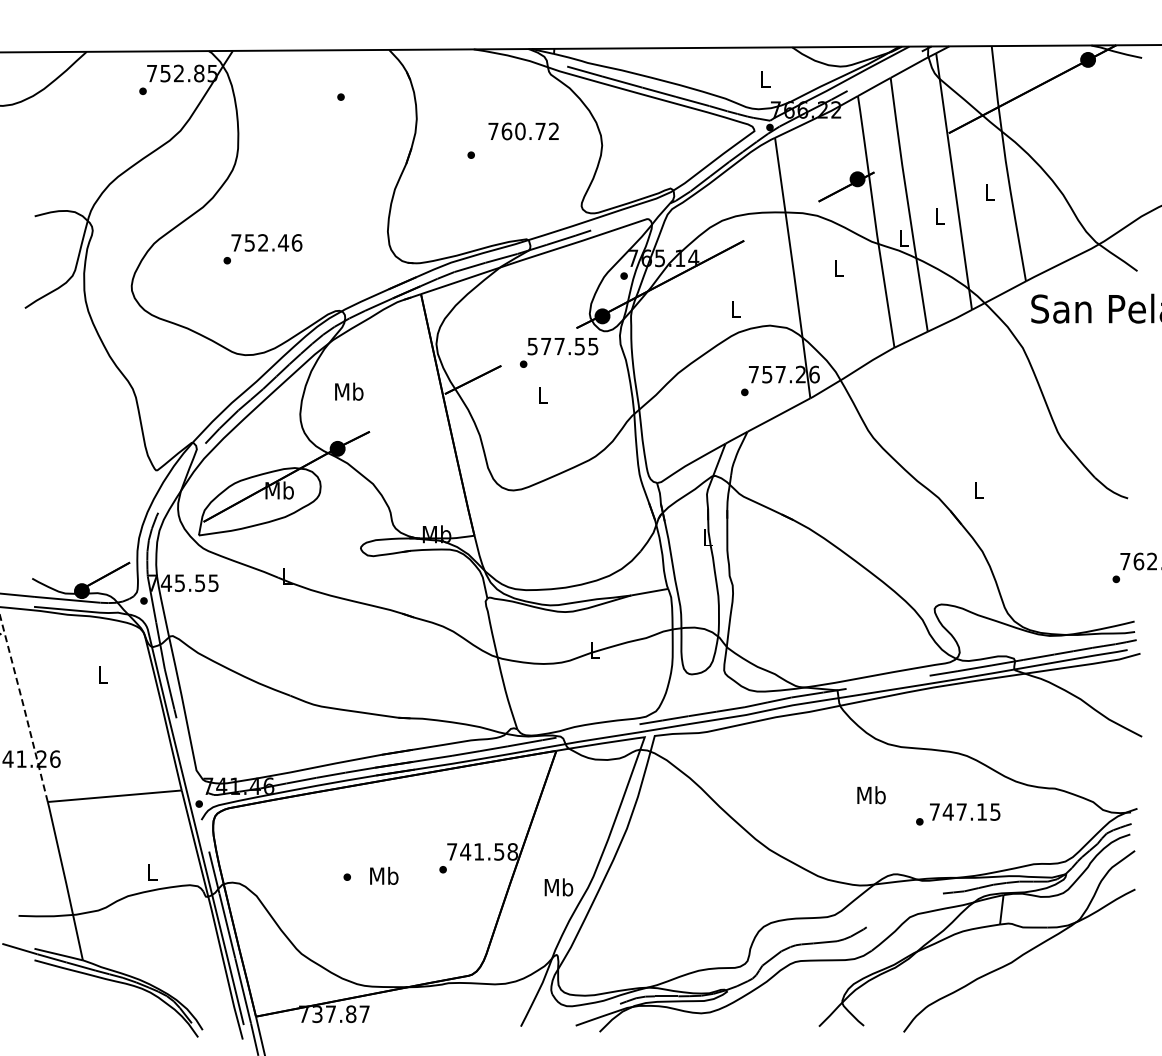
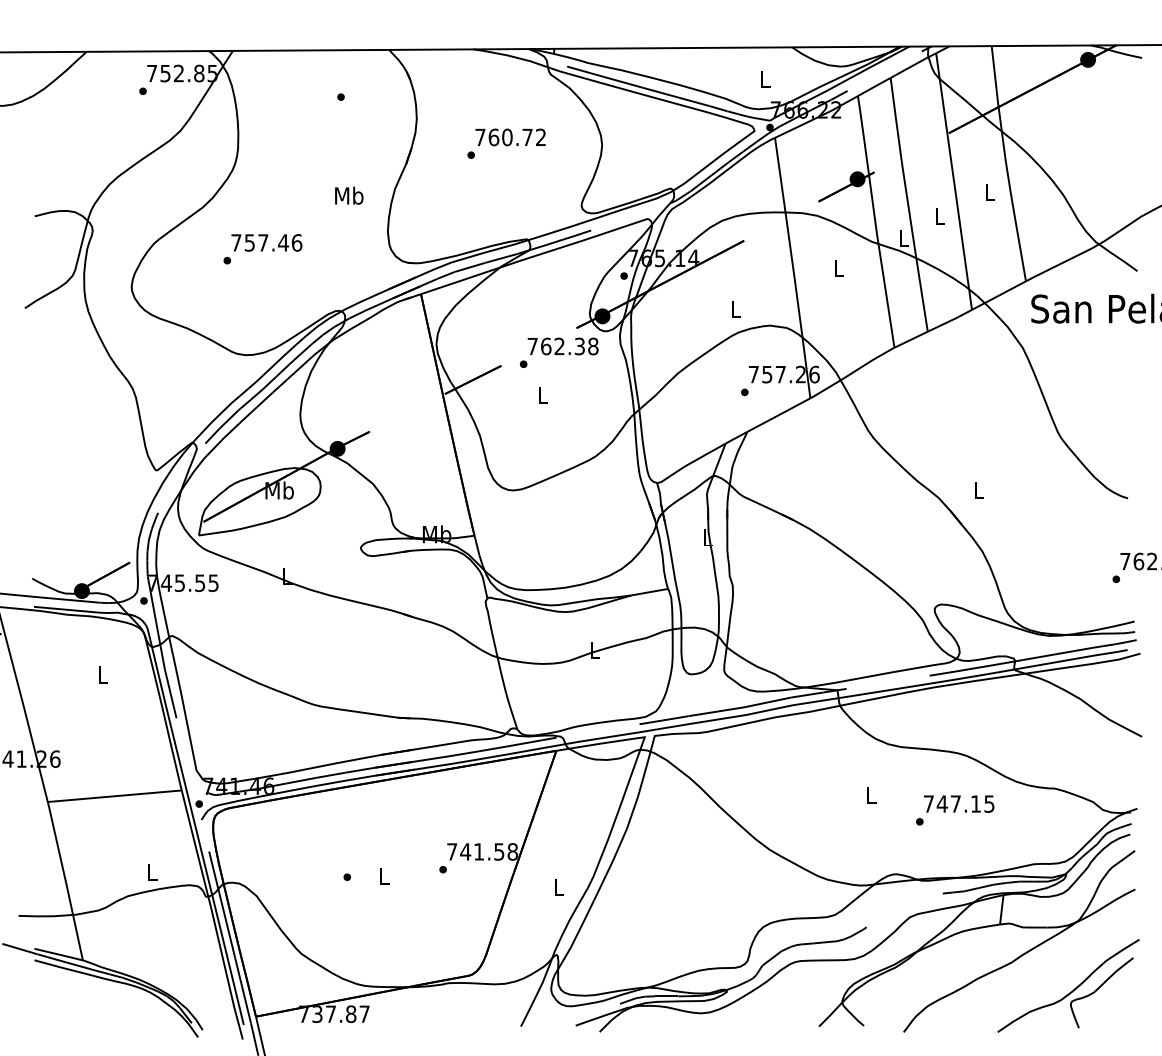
text at (523, 131) position: (523, 131) -> (510, 137)
text at (263, 242): 752.46 -> 757.46
text at (562, 346): 577.55 -> 762.38
text at (349, 391) position: (349, 391) -> (349, 195)
line at (24, 707): dashed -> solid
text at (871, 795): Mb -> L
text at (965, 811) position: (965, 811) -> (959, 803)
text at (384, 875): Mb -> L
text at (558, 887): Mb -> L
part at (1070, 991): none -> present
